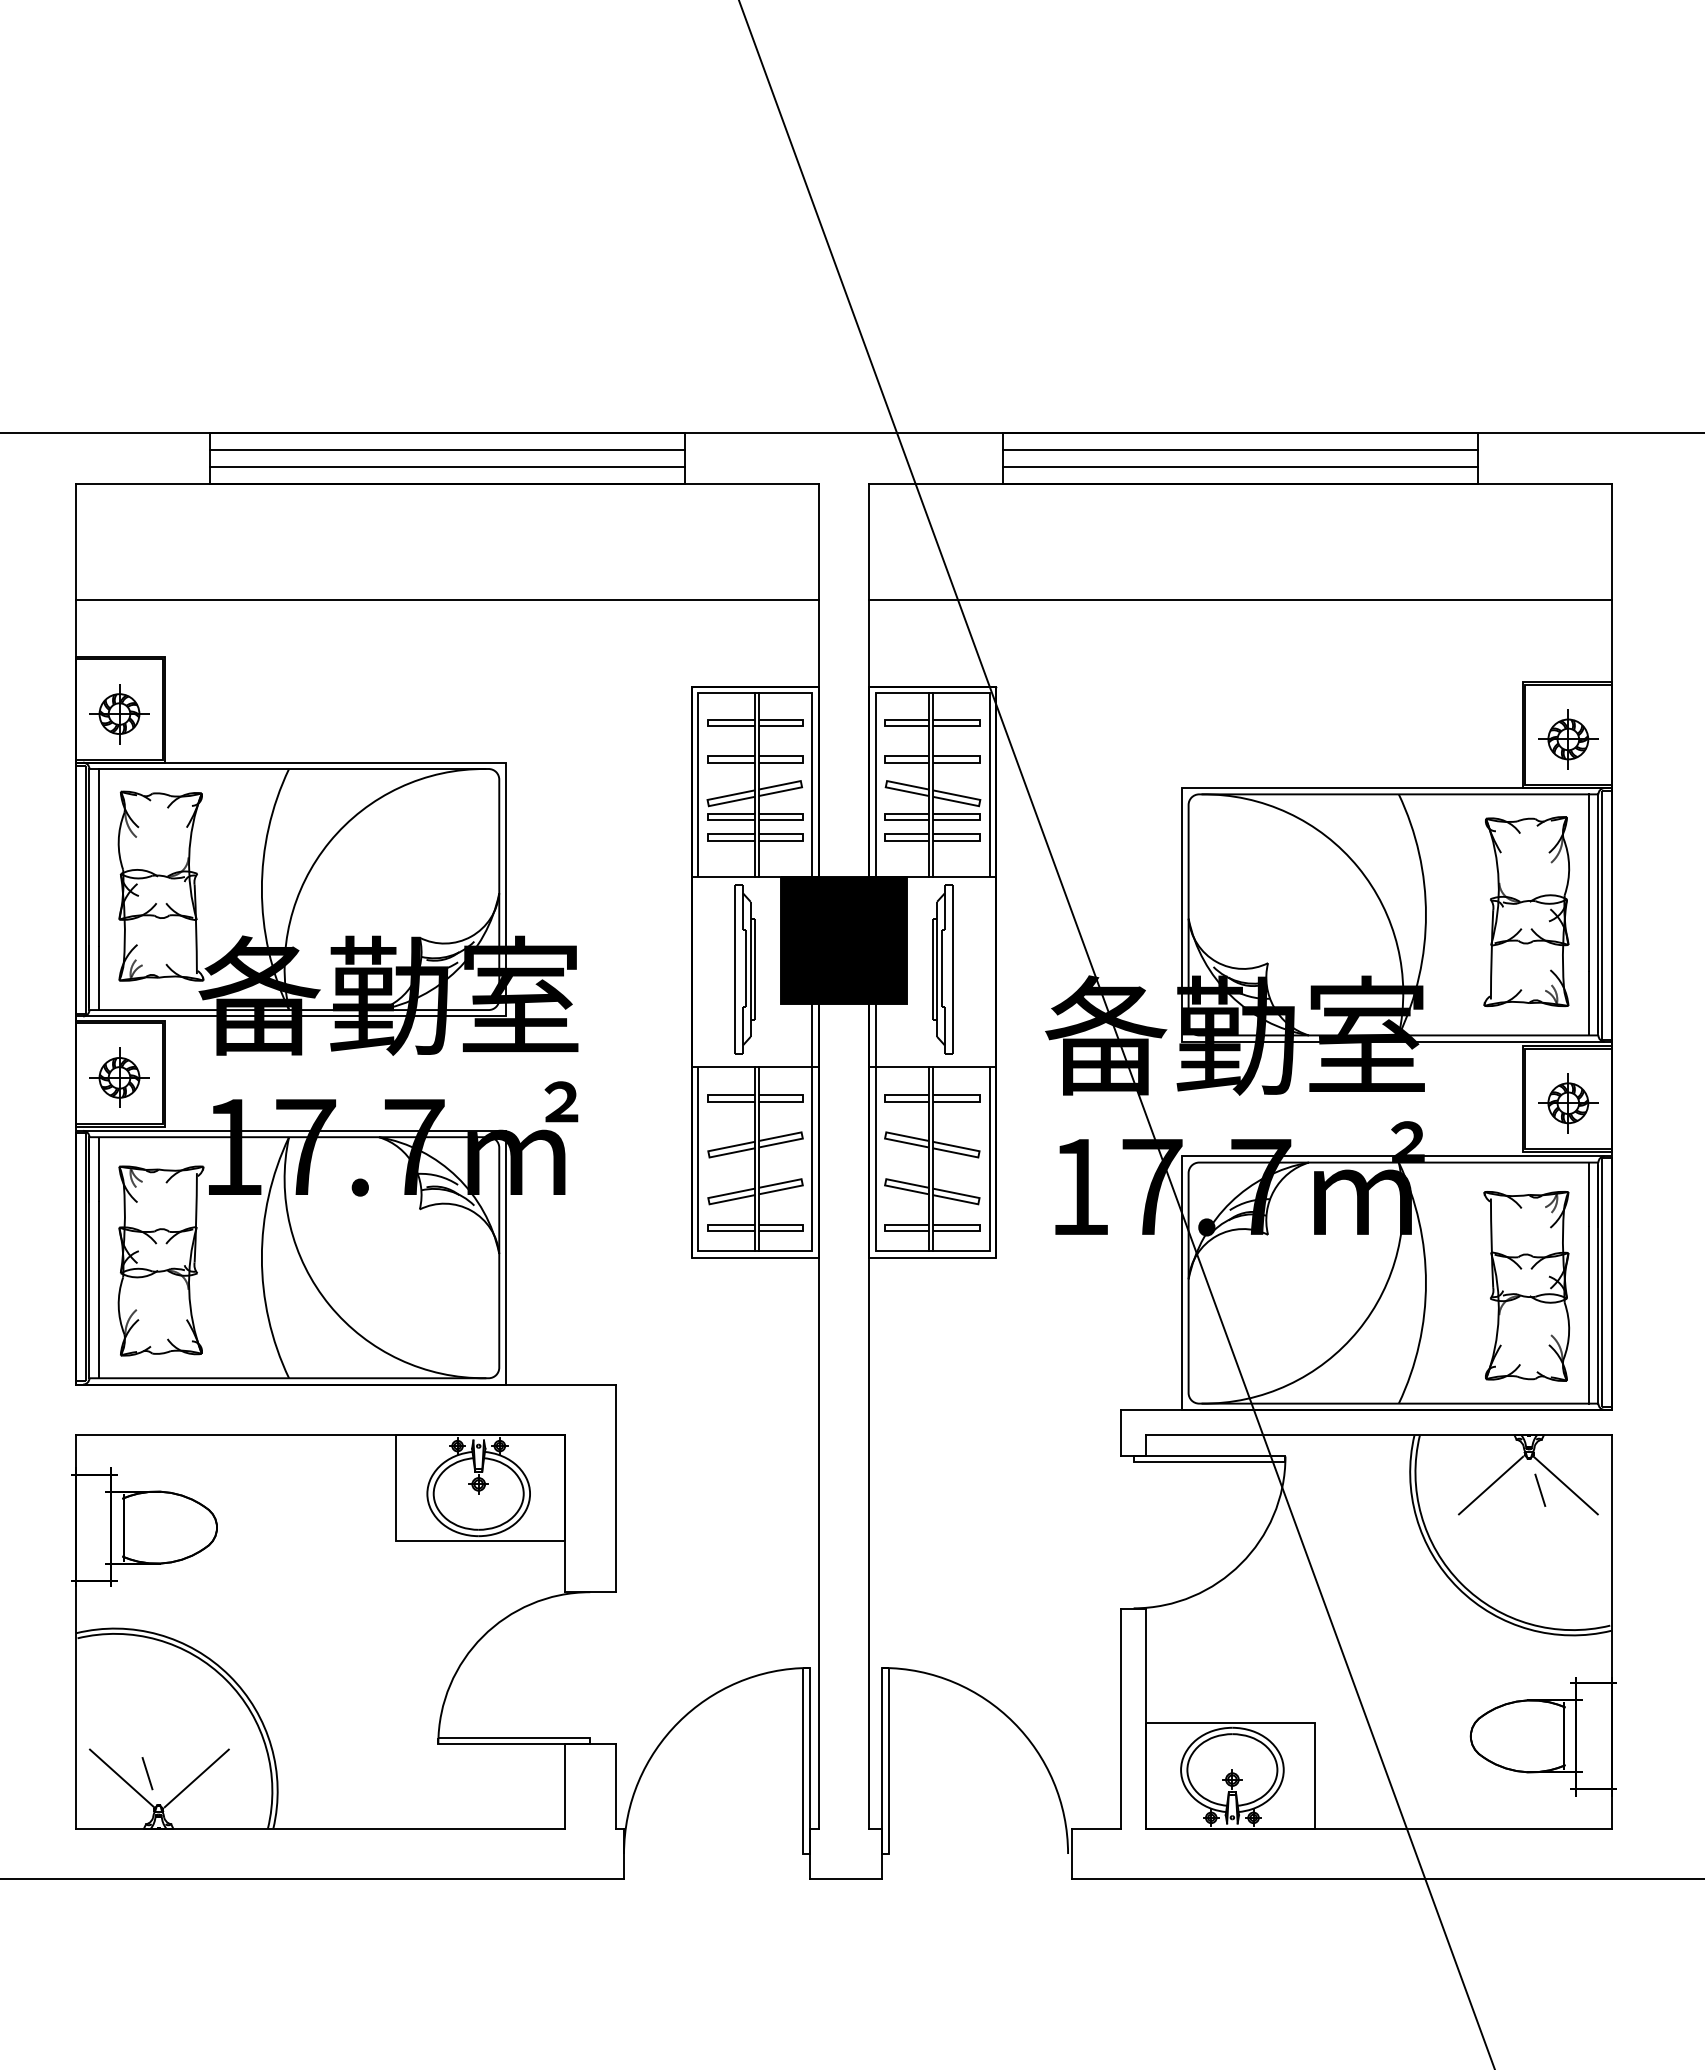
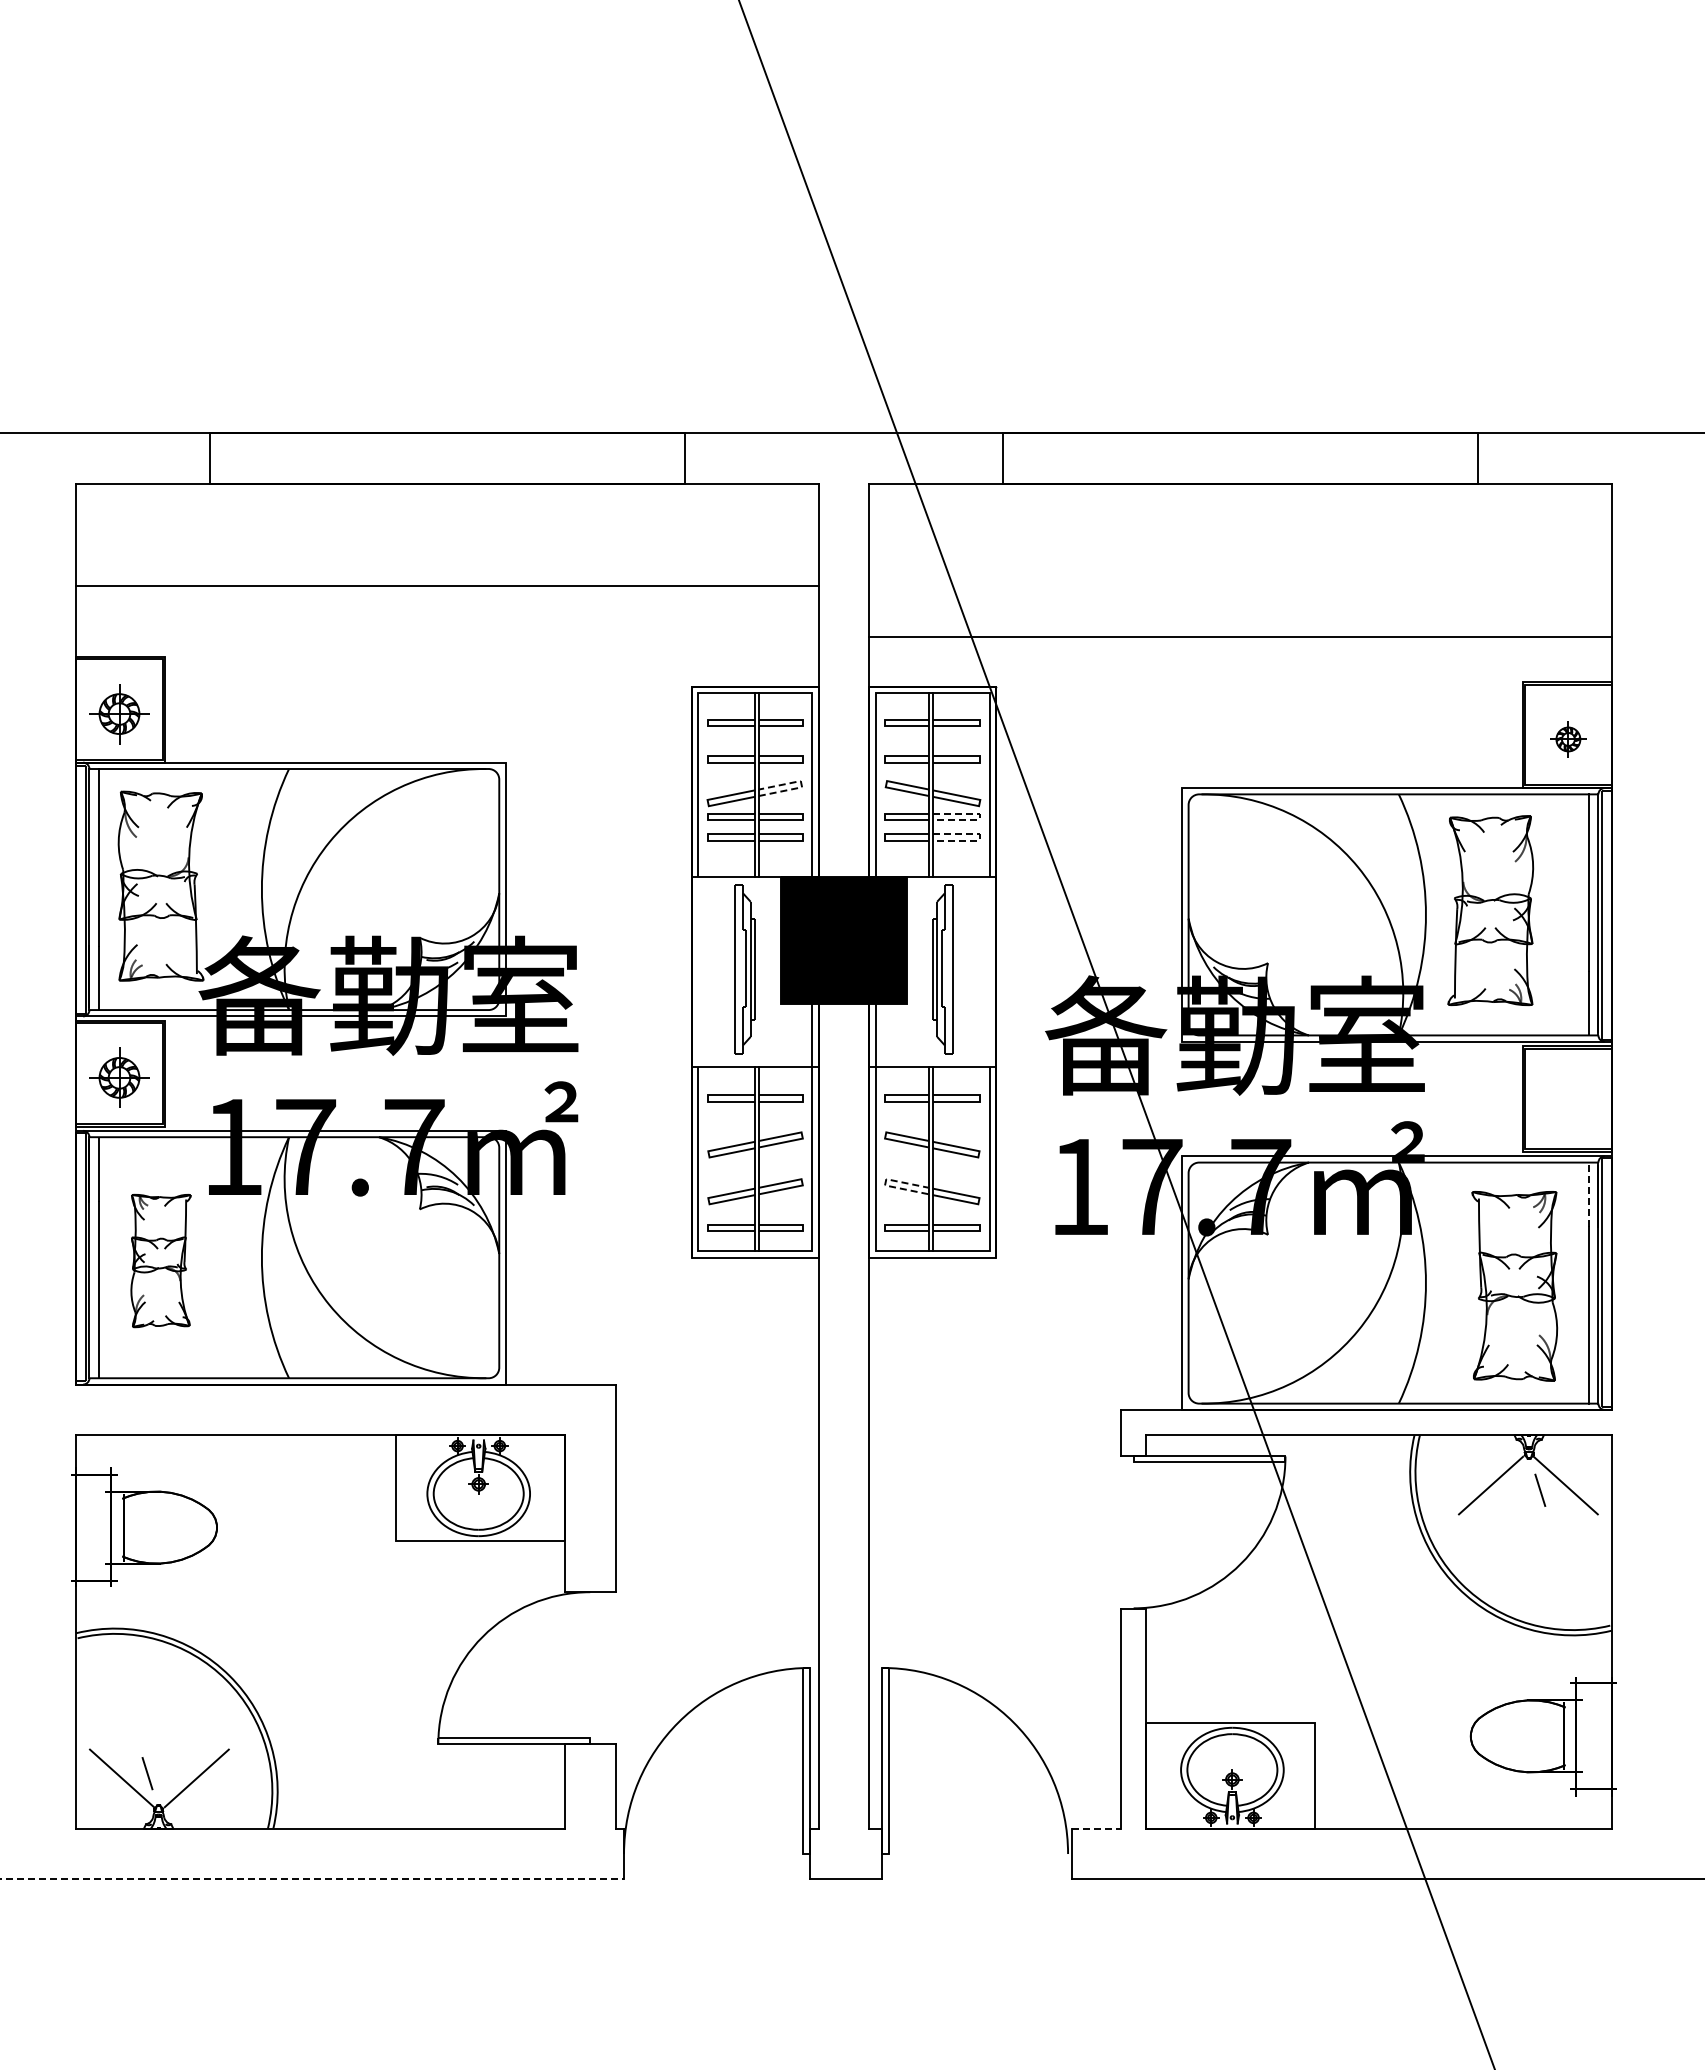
line at (447, 449): present -> none
line at (1240, 449): present -> none
line at (447, 466): present -> none
line at (1240, 466): present -> none
line at (447, 600) position: (447, 600) -> (447, 586)
line at (1240, 600) position: (1240, 600) -> (1240, 637)
part at (1568, 739) size: 61x61 px -> 37x37 px
line at (801, 784): solid -> dashed
line at (979, 817): solid -> dashed
line at (979, 837): solid -> dashed
part at (1526, 911) position: (1526, 911) -> (1490, 910)
part at (1568, 1103): present -> none
line at (885, 1182): solid -> dashed
line at (1589, 1194): solid -> dashed
part at (160, 1260) size: 88x192 px -> 62x136 px
part at (1526, 1286) position: (1526, 1286) -> (1514, 1286)
line at (1097, 1828): solid -> dashed
line at (312, 1879): solid -> dashed
